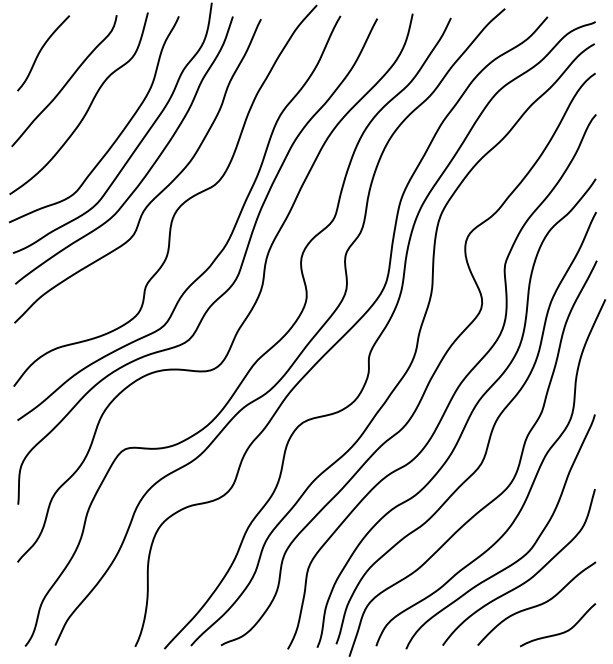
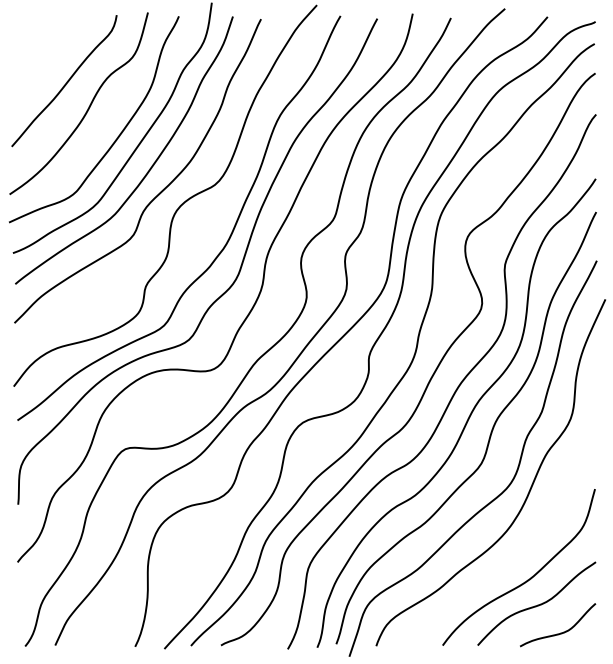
curve at (41, 51): present -> none
curve at (521, 556): present -> none
